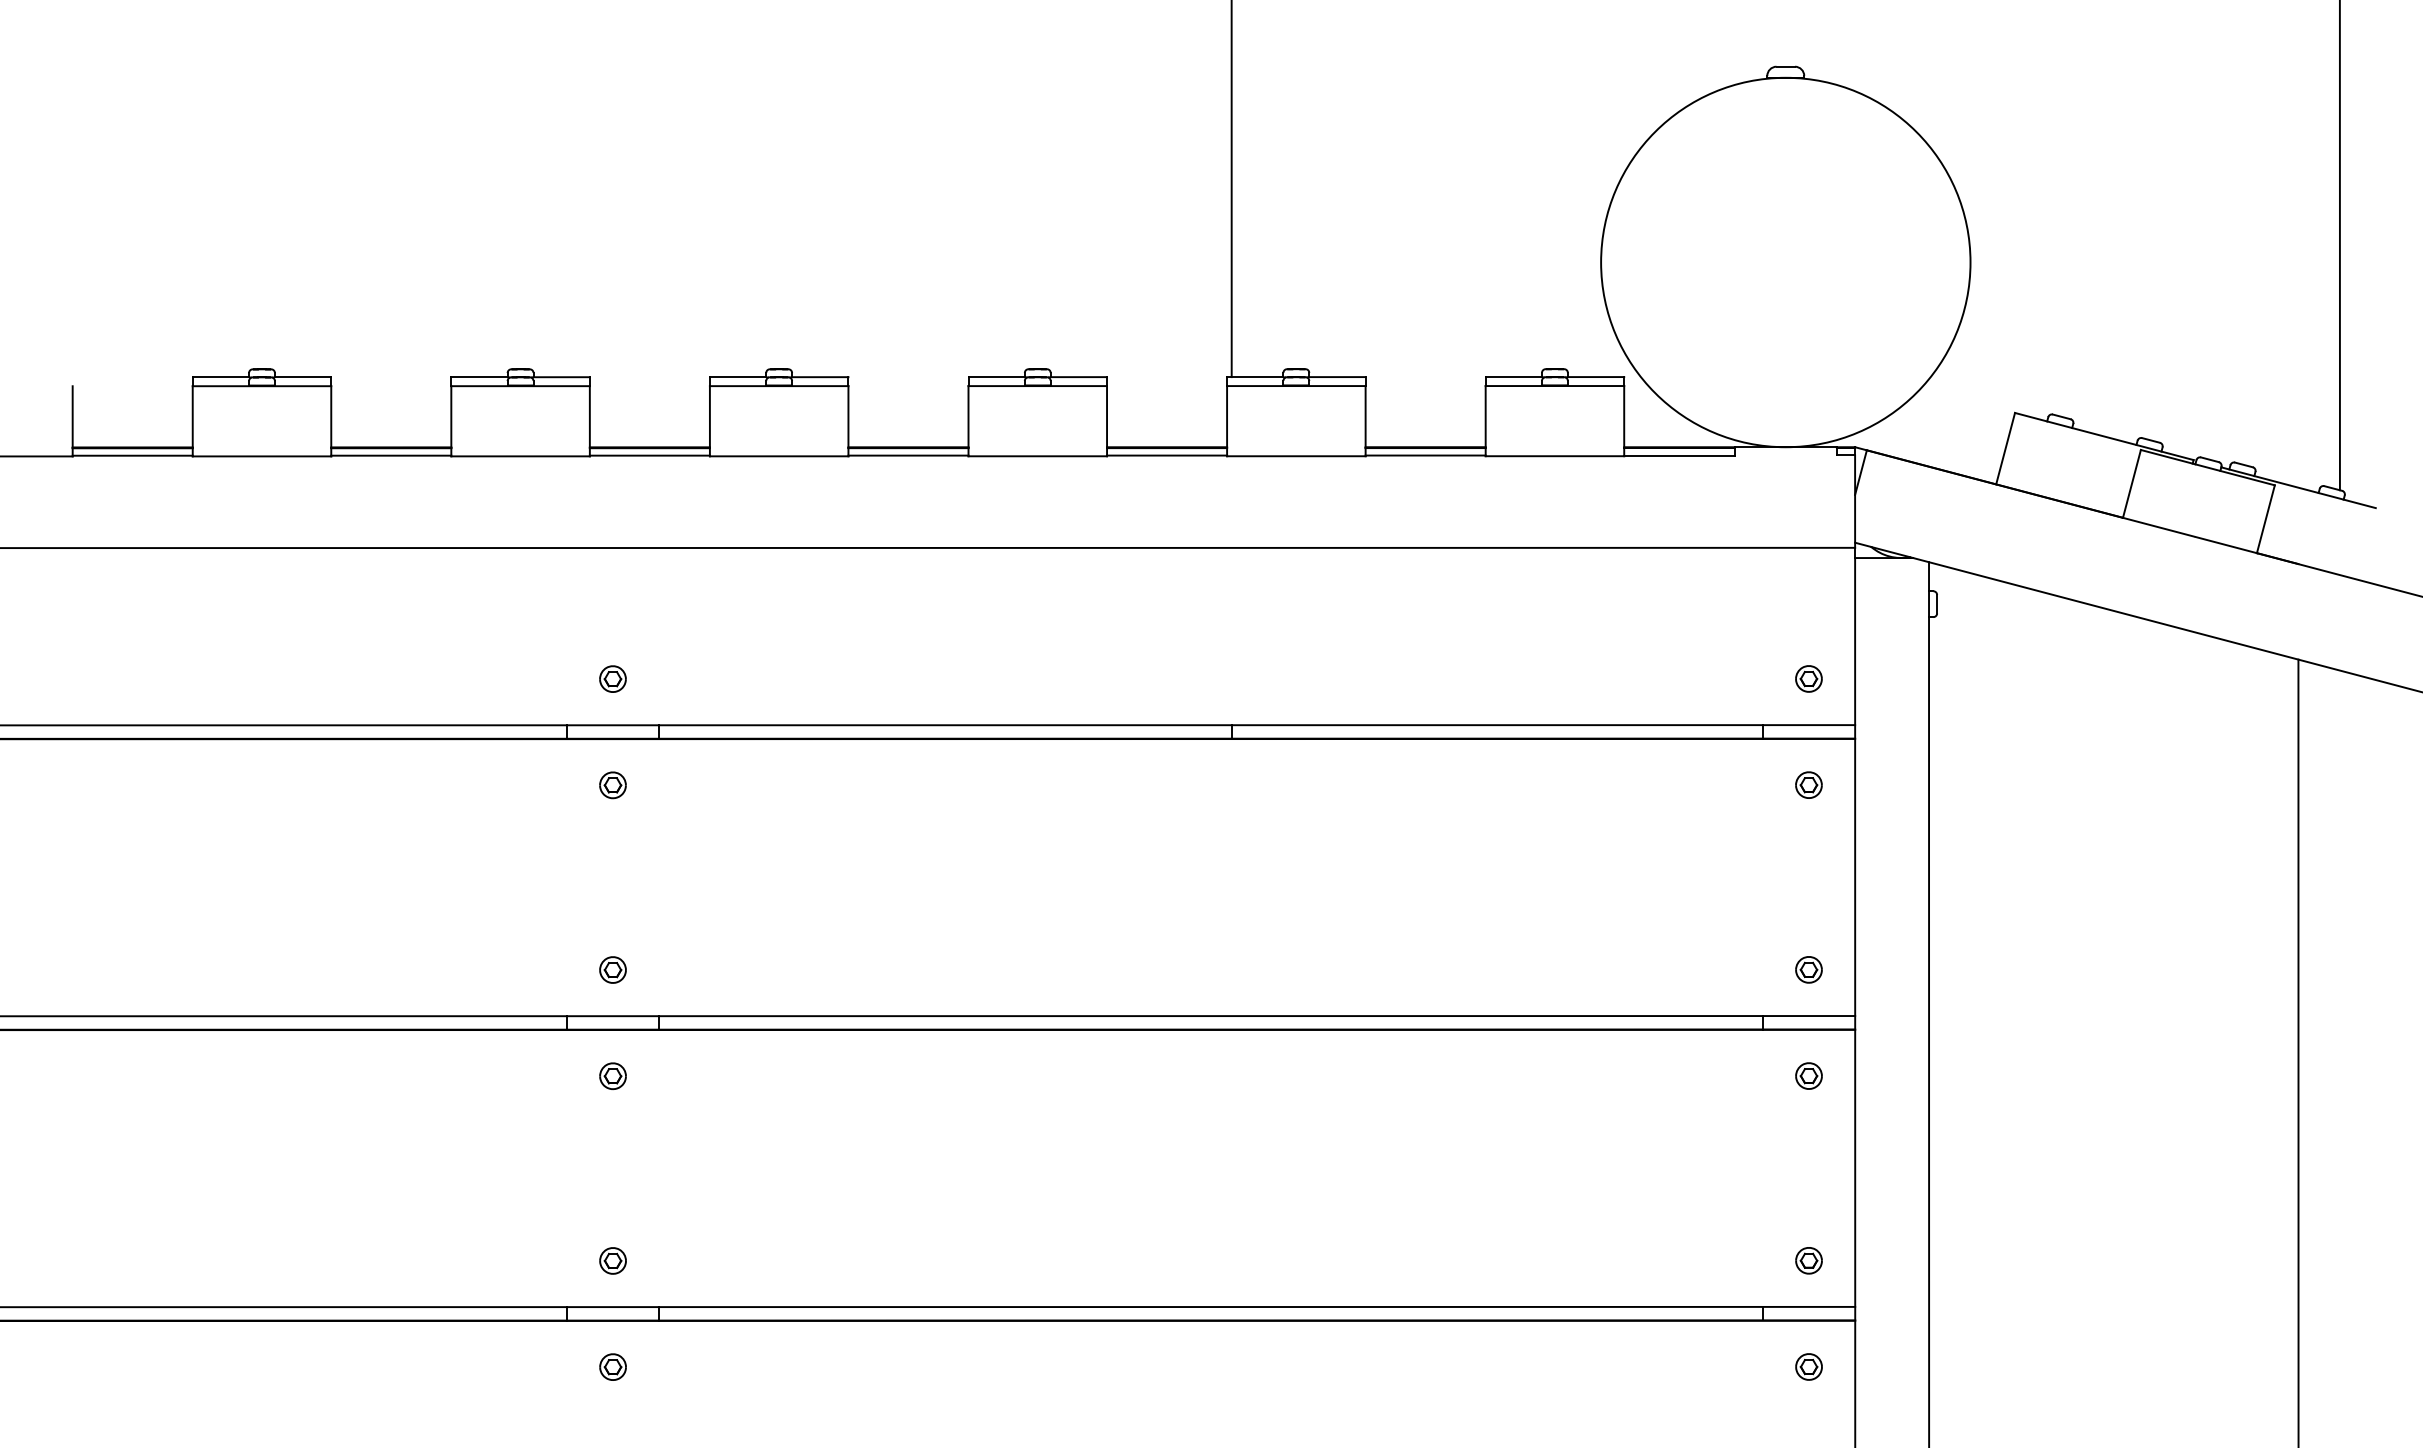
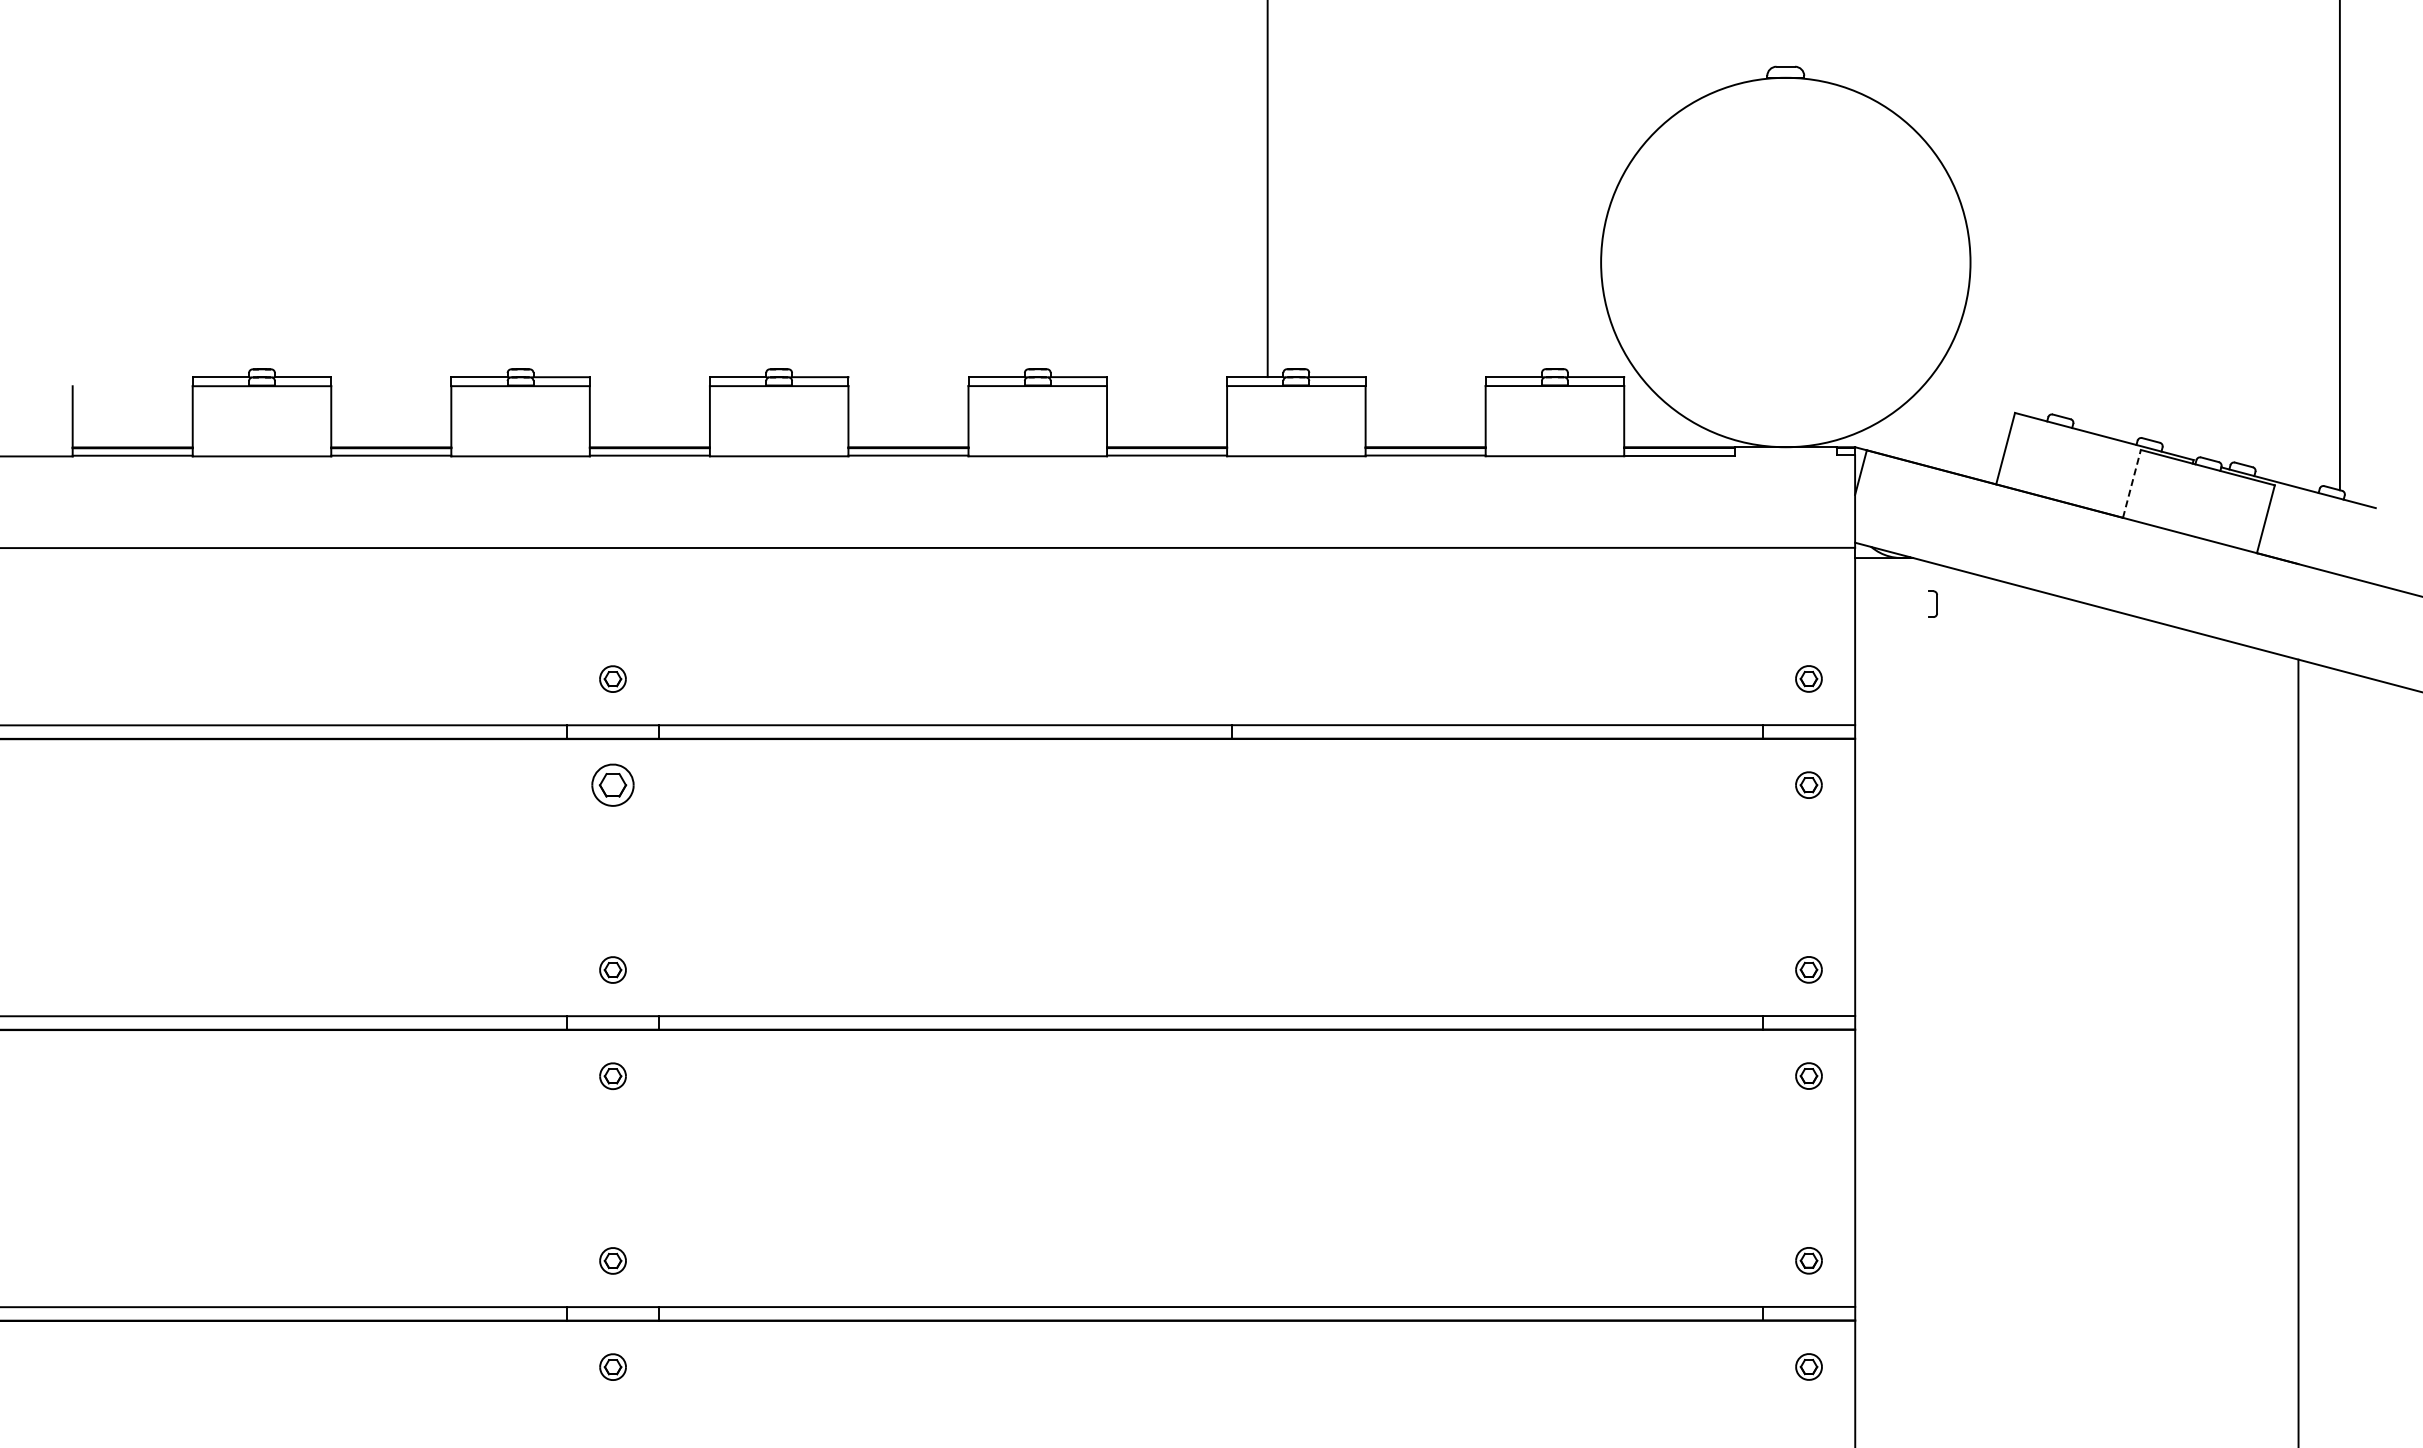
line at (1231, 189) position: (1231, 189) -> (1267, 189)
line at (2132, 483): solid -> dashed
part at (612, 785) size: 28x29 px -> 44x44 px
line at (1929, 1003): present -> none
